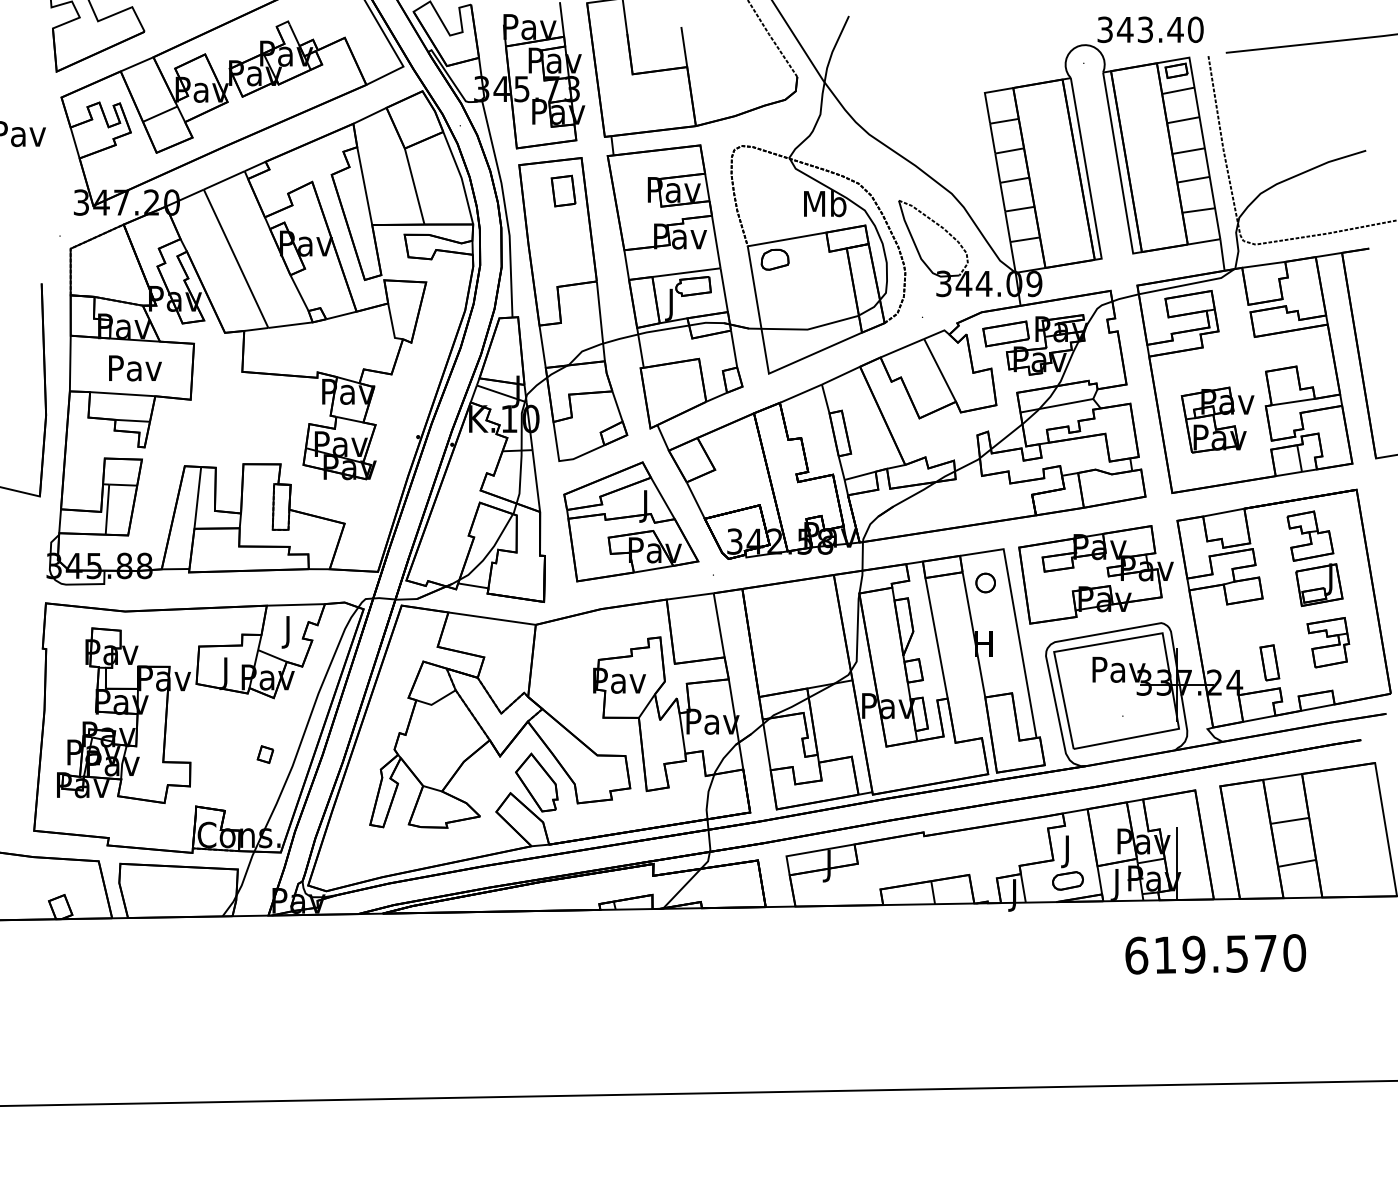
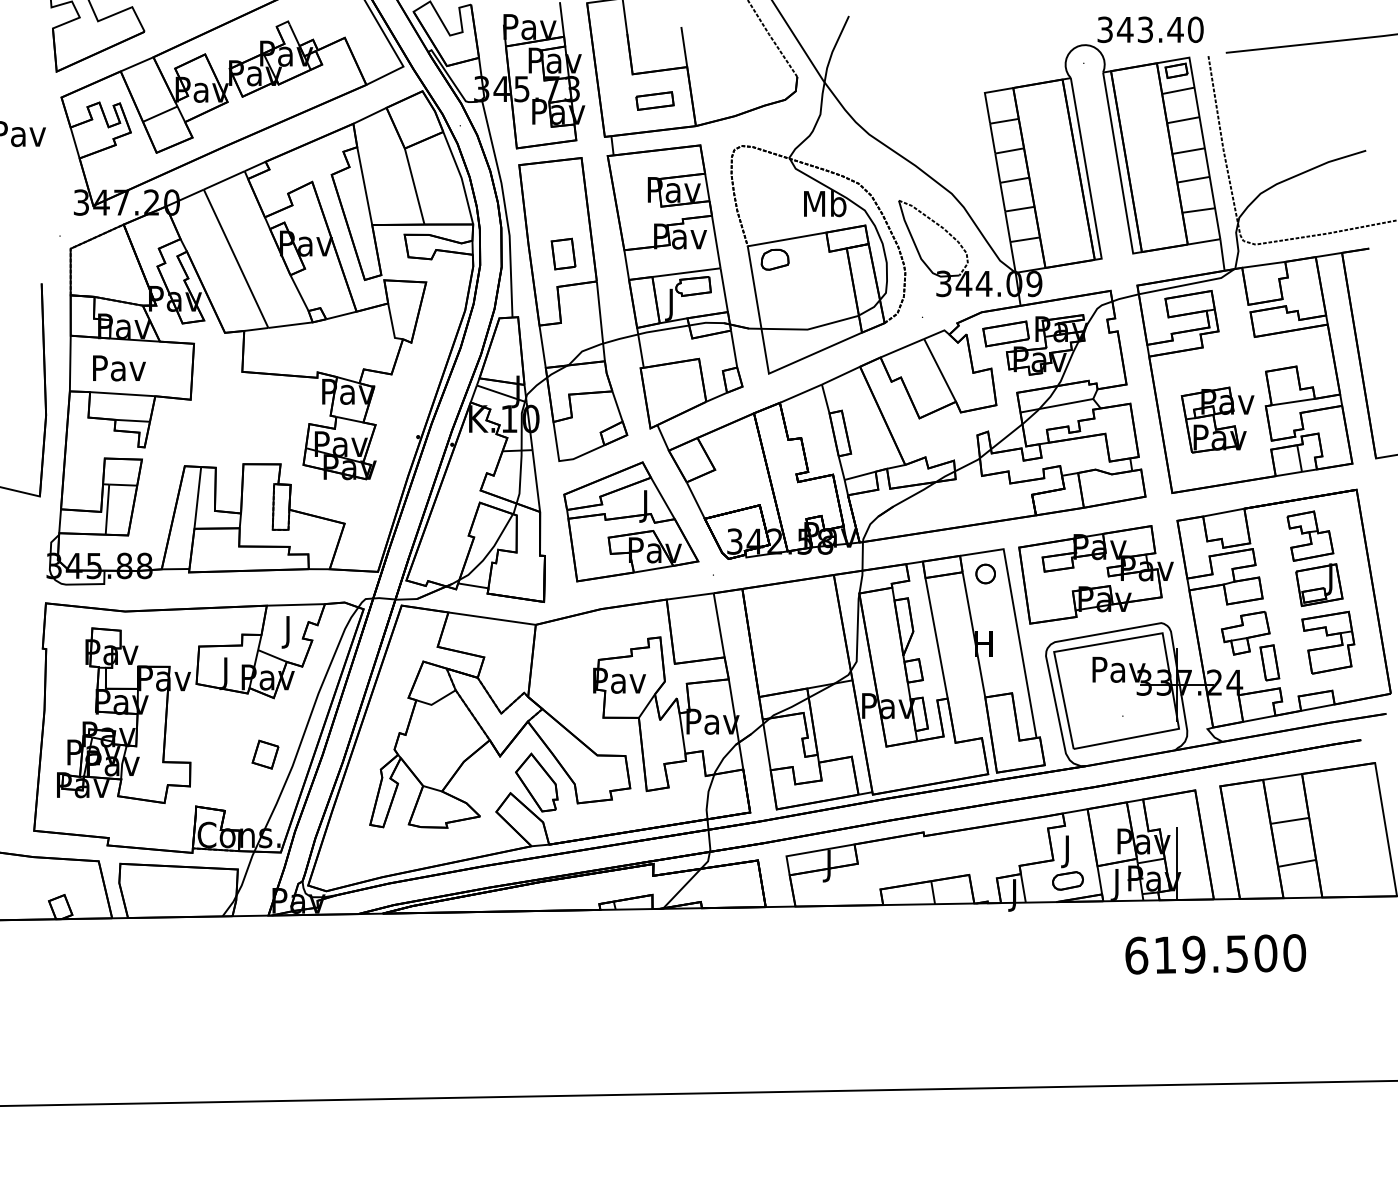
part at (654, 100): none -> present
part at (563, 190) position: (563, 190) -> (563, 253)
text at (135, 368) position: (135, 368) -> (119, 368)
part at (985, 582) position: (985, 582) -> (985, 573)
part at (1245, 632): none -> present
part at (1328, 642) size: 45x52 px -> 55x65 px
part at (265, 754) size: 19x19 px -> 29x31 px
text at (1265, 953): 619.570 -> 619.500
